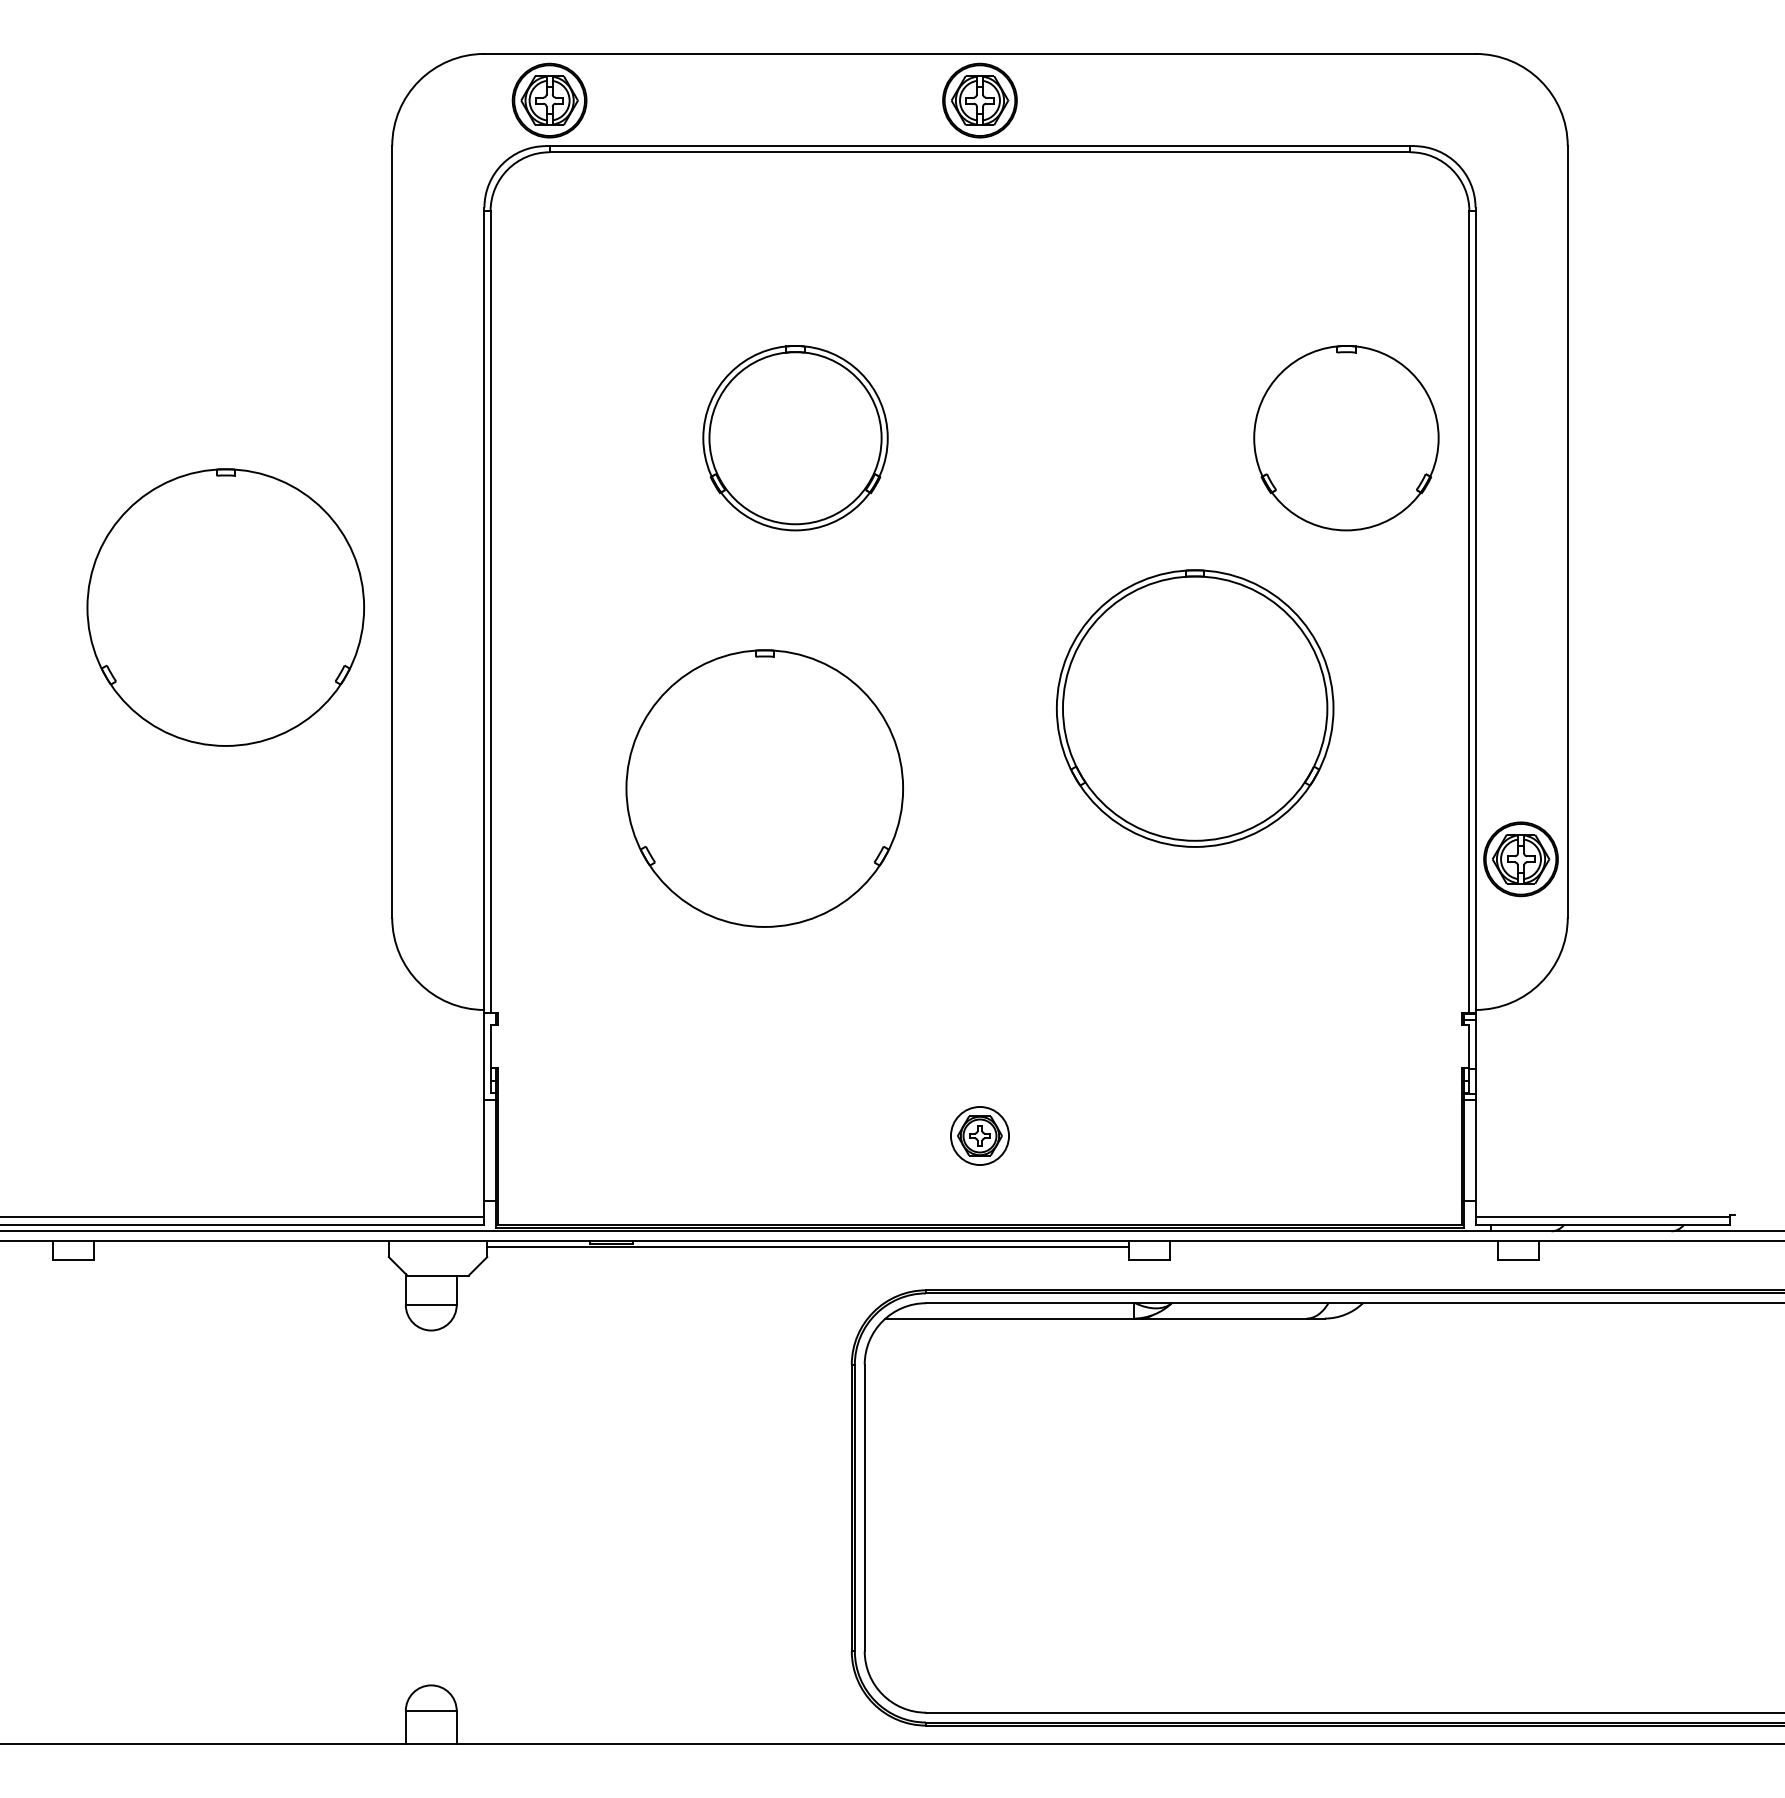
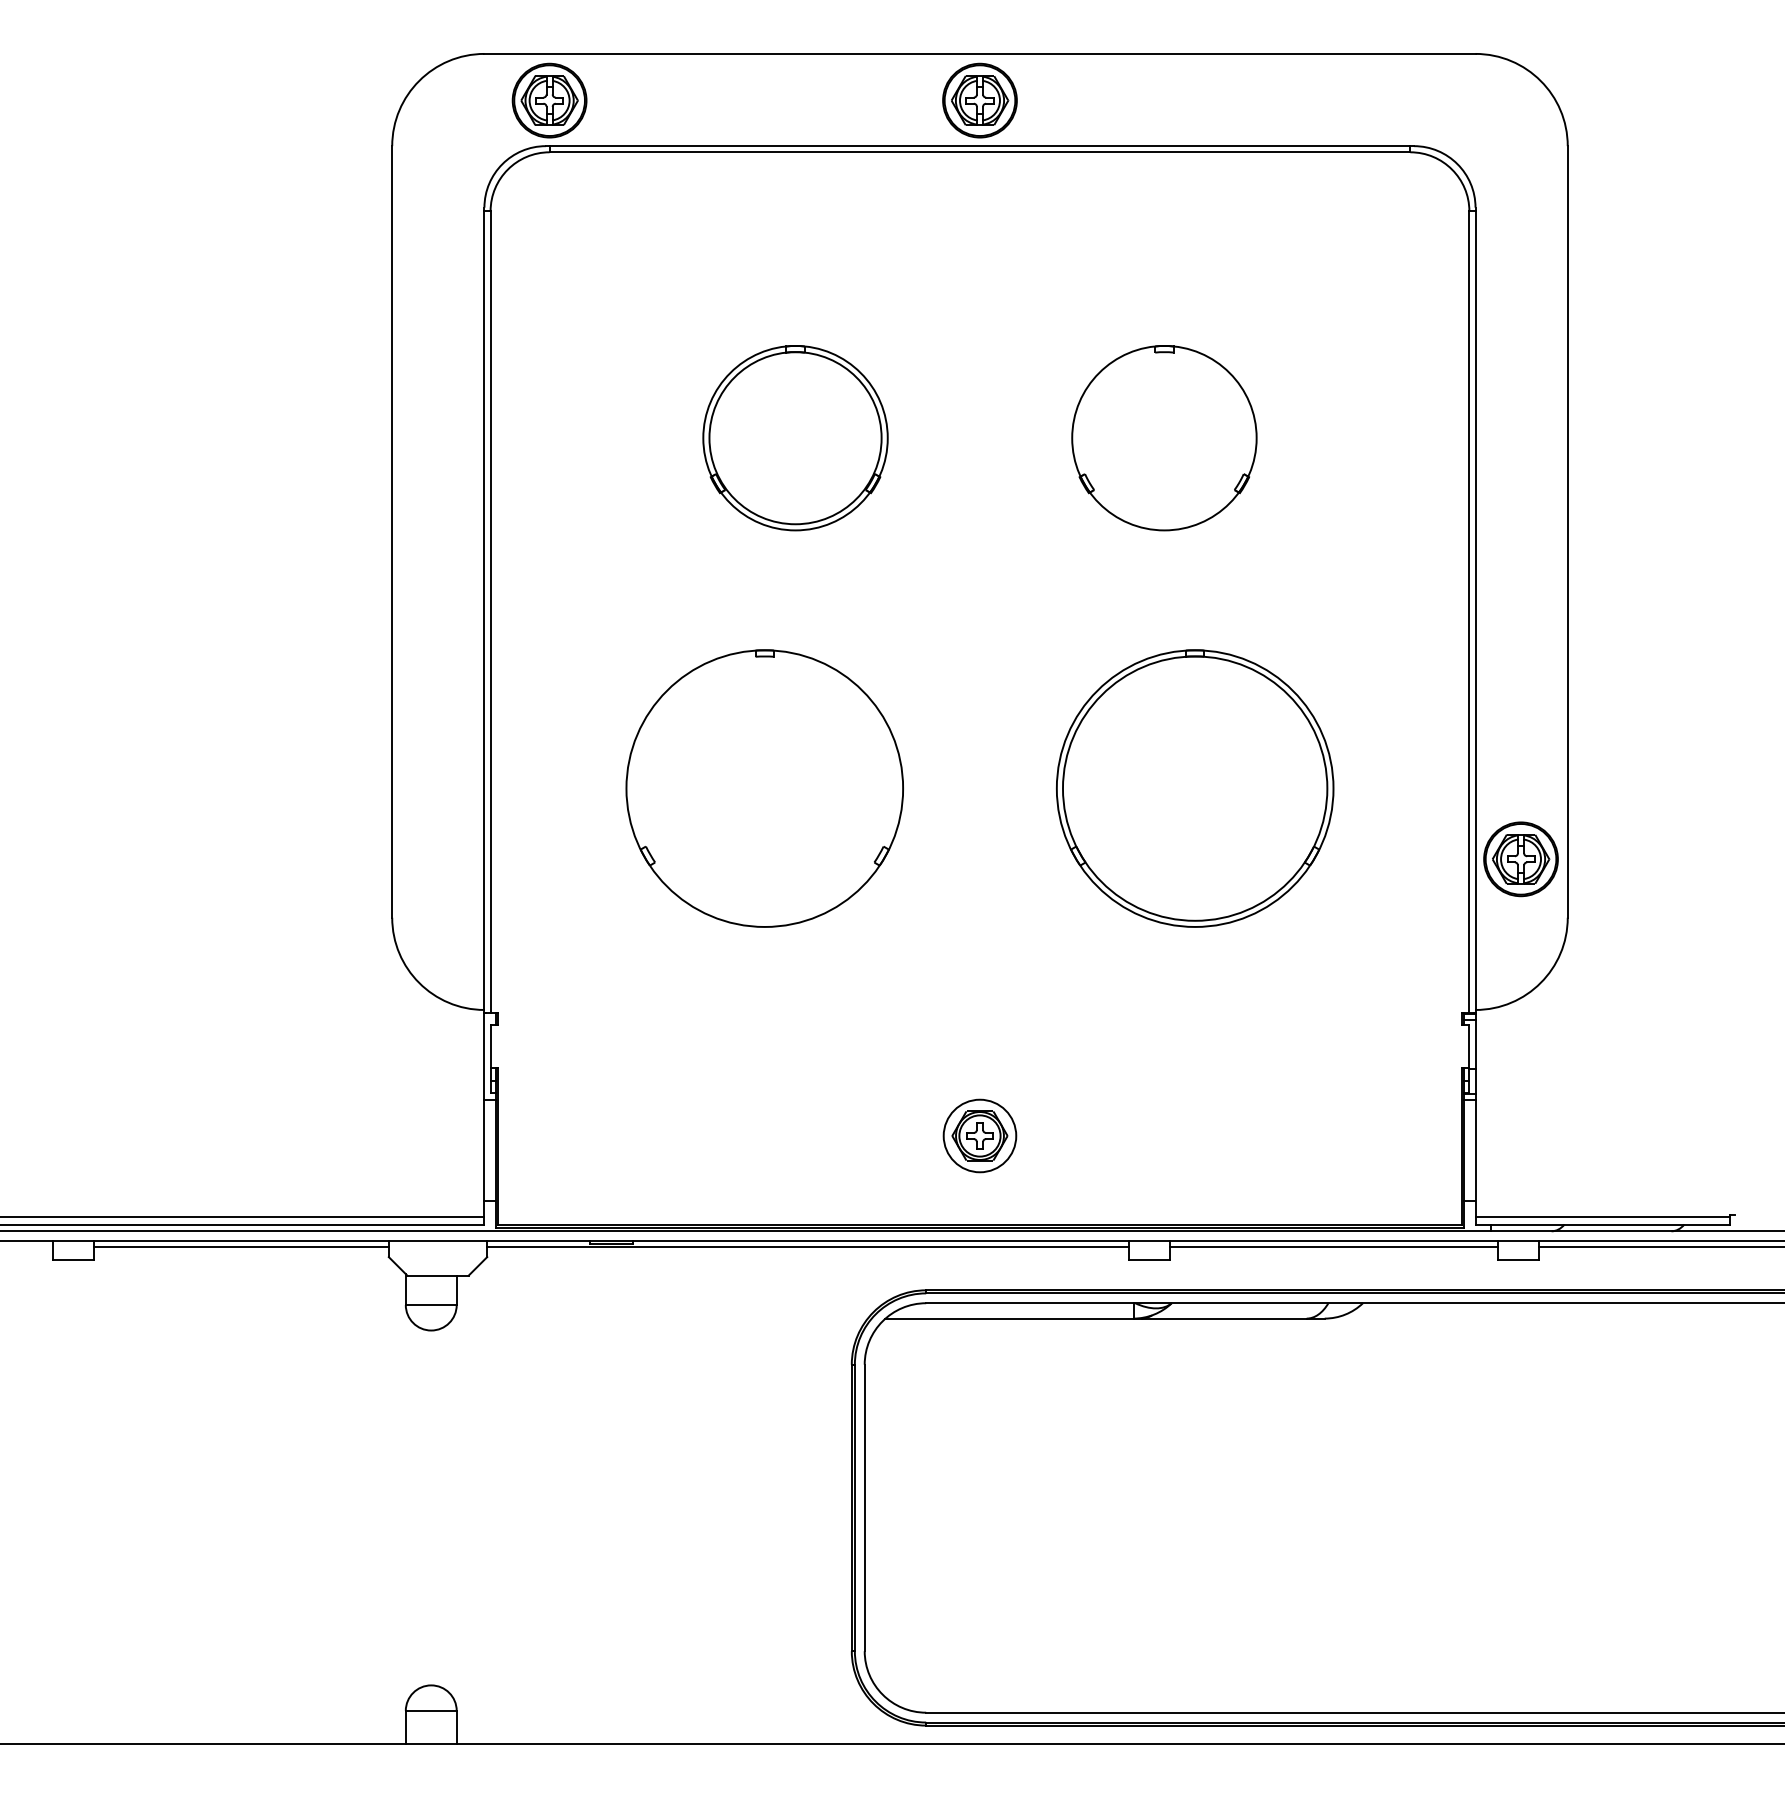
part at (1346, 438) position: (1346, 438) -> (1164, 438)
part at (225, 607): present -> none
part at (1195, 708) position: (1195, 708) -> (1195, 788)
part at (979, 1135) size: 60x60 px -> 76x76 px
line at (240, 1247): none -> present
line at (1333, 1247): none -> present
line at (1659, 1247): none -> present
